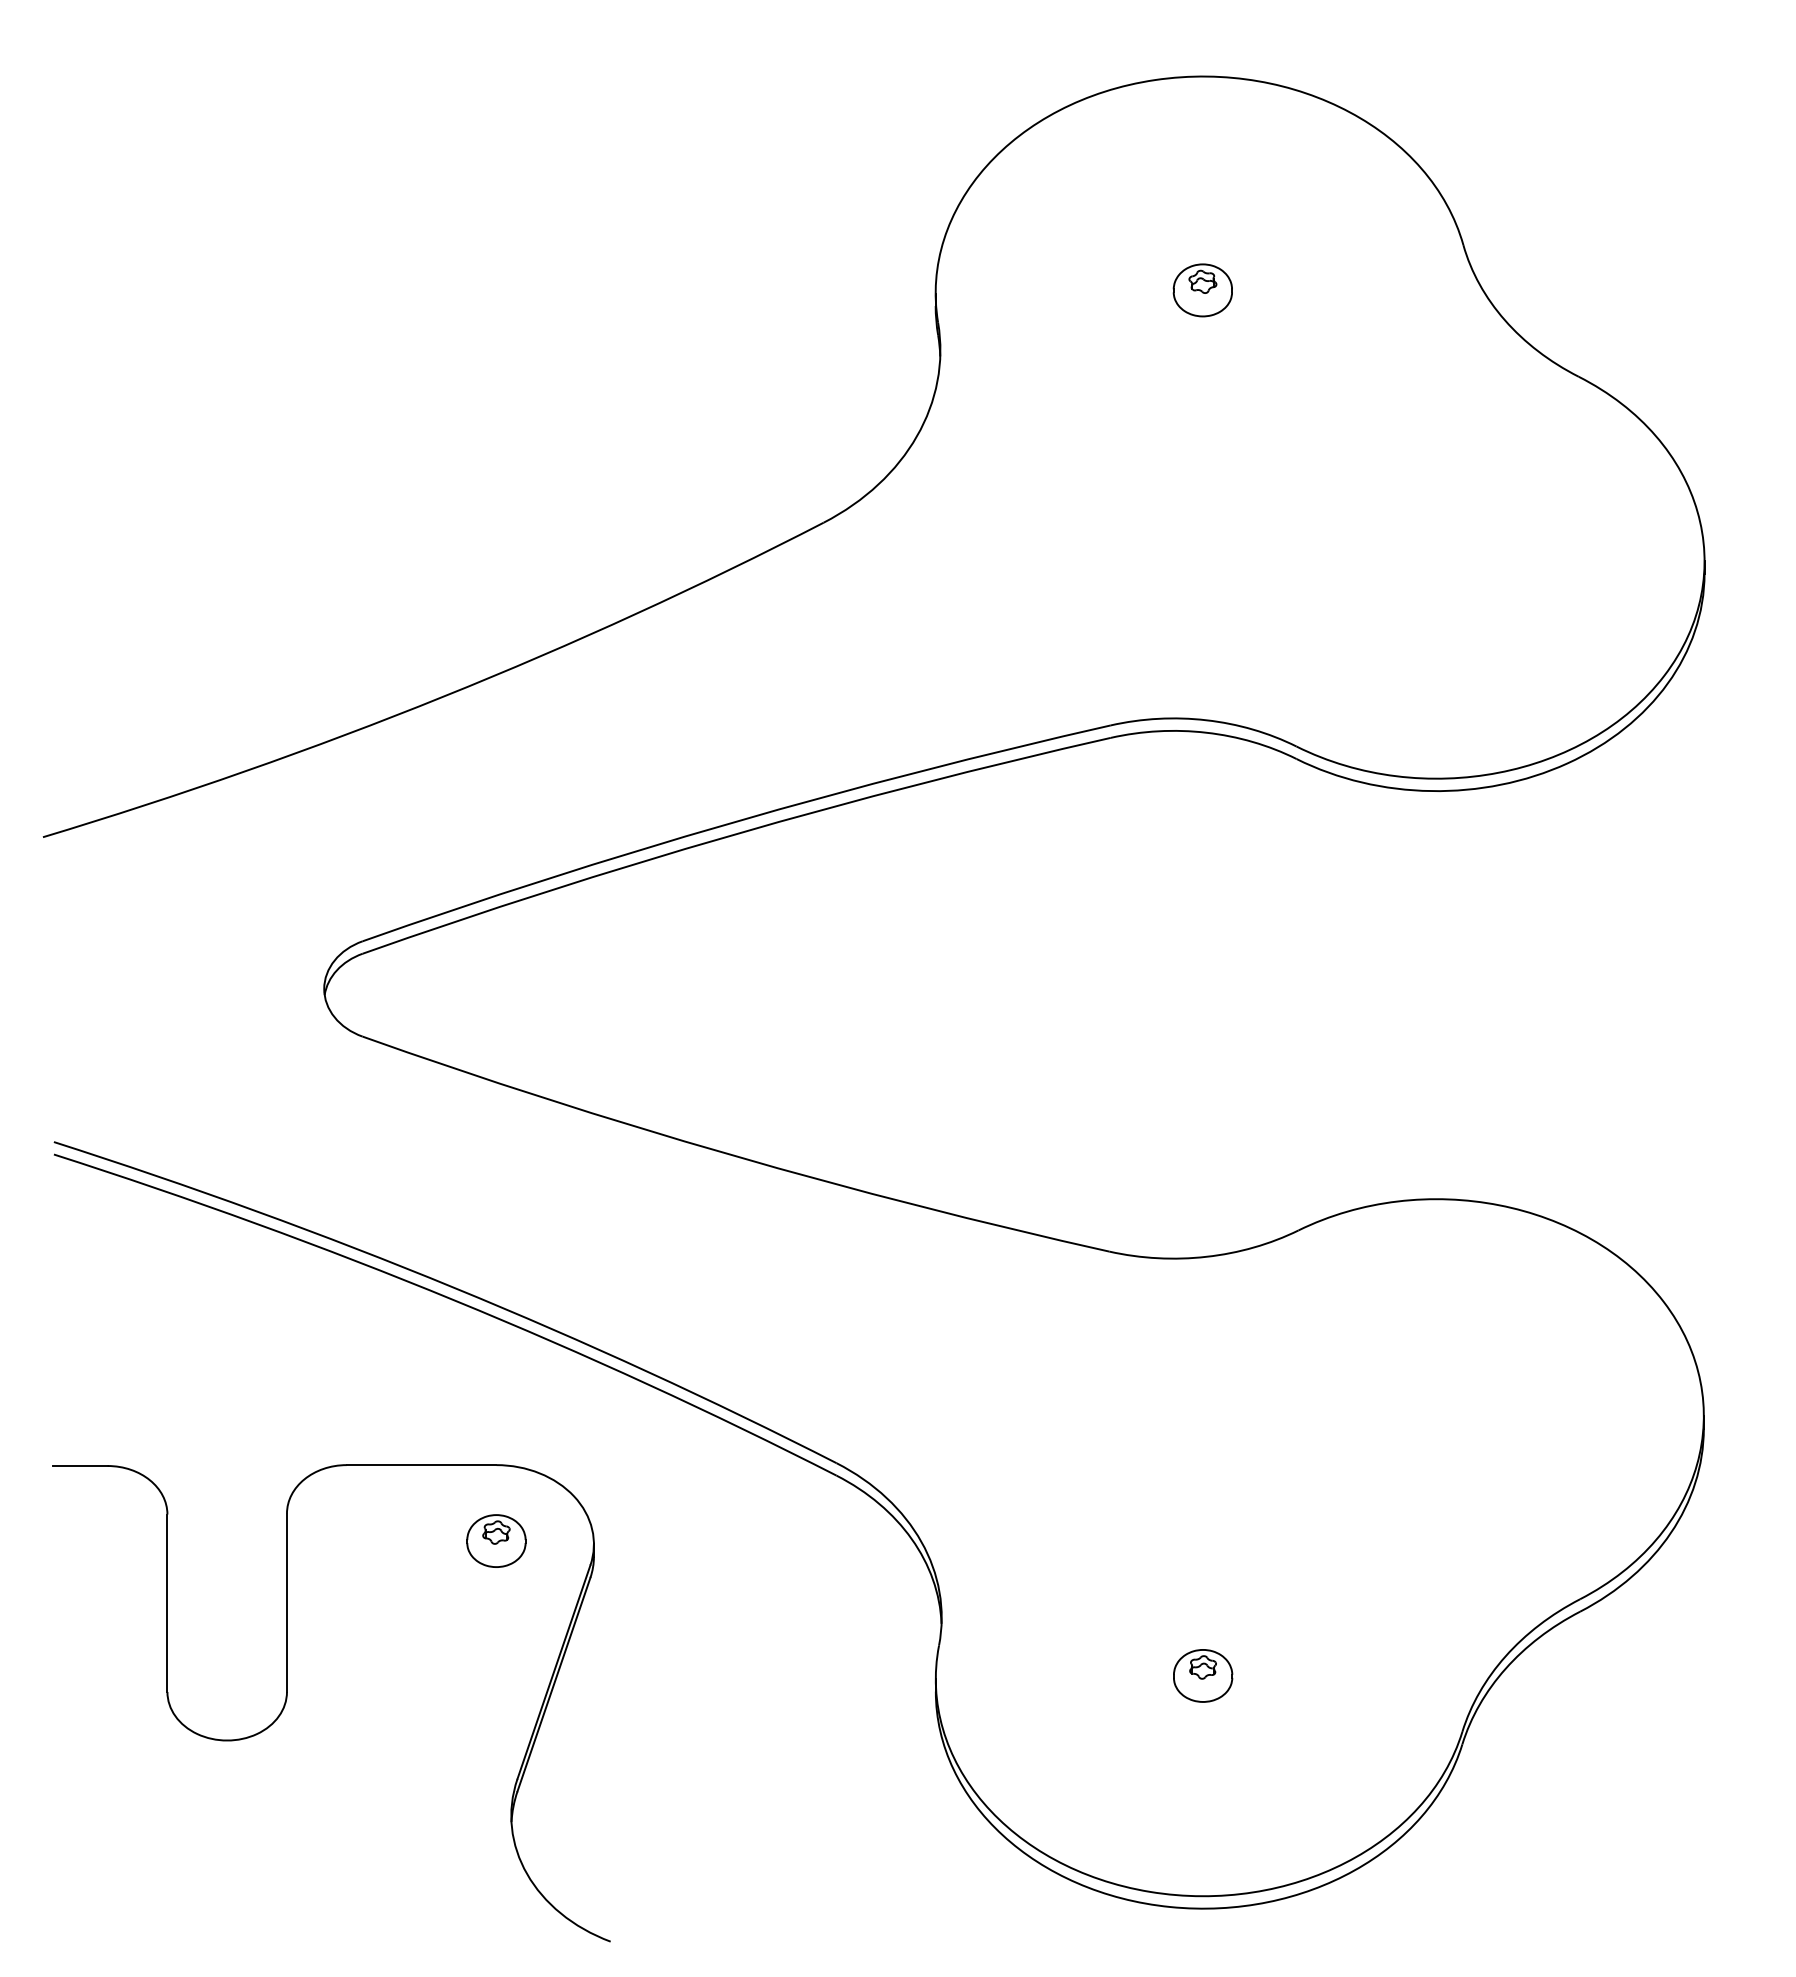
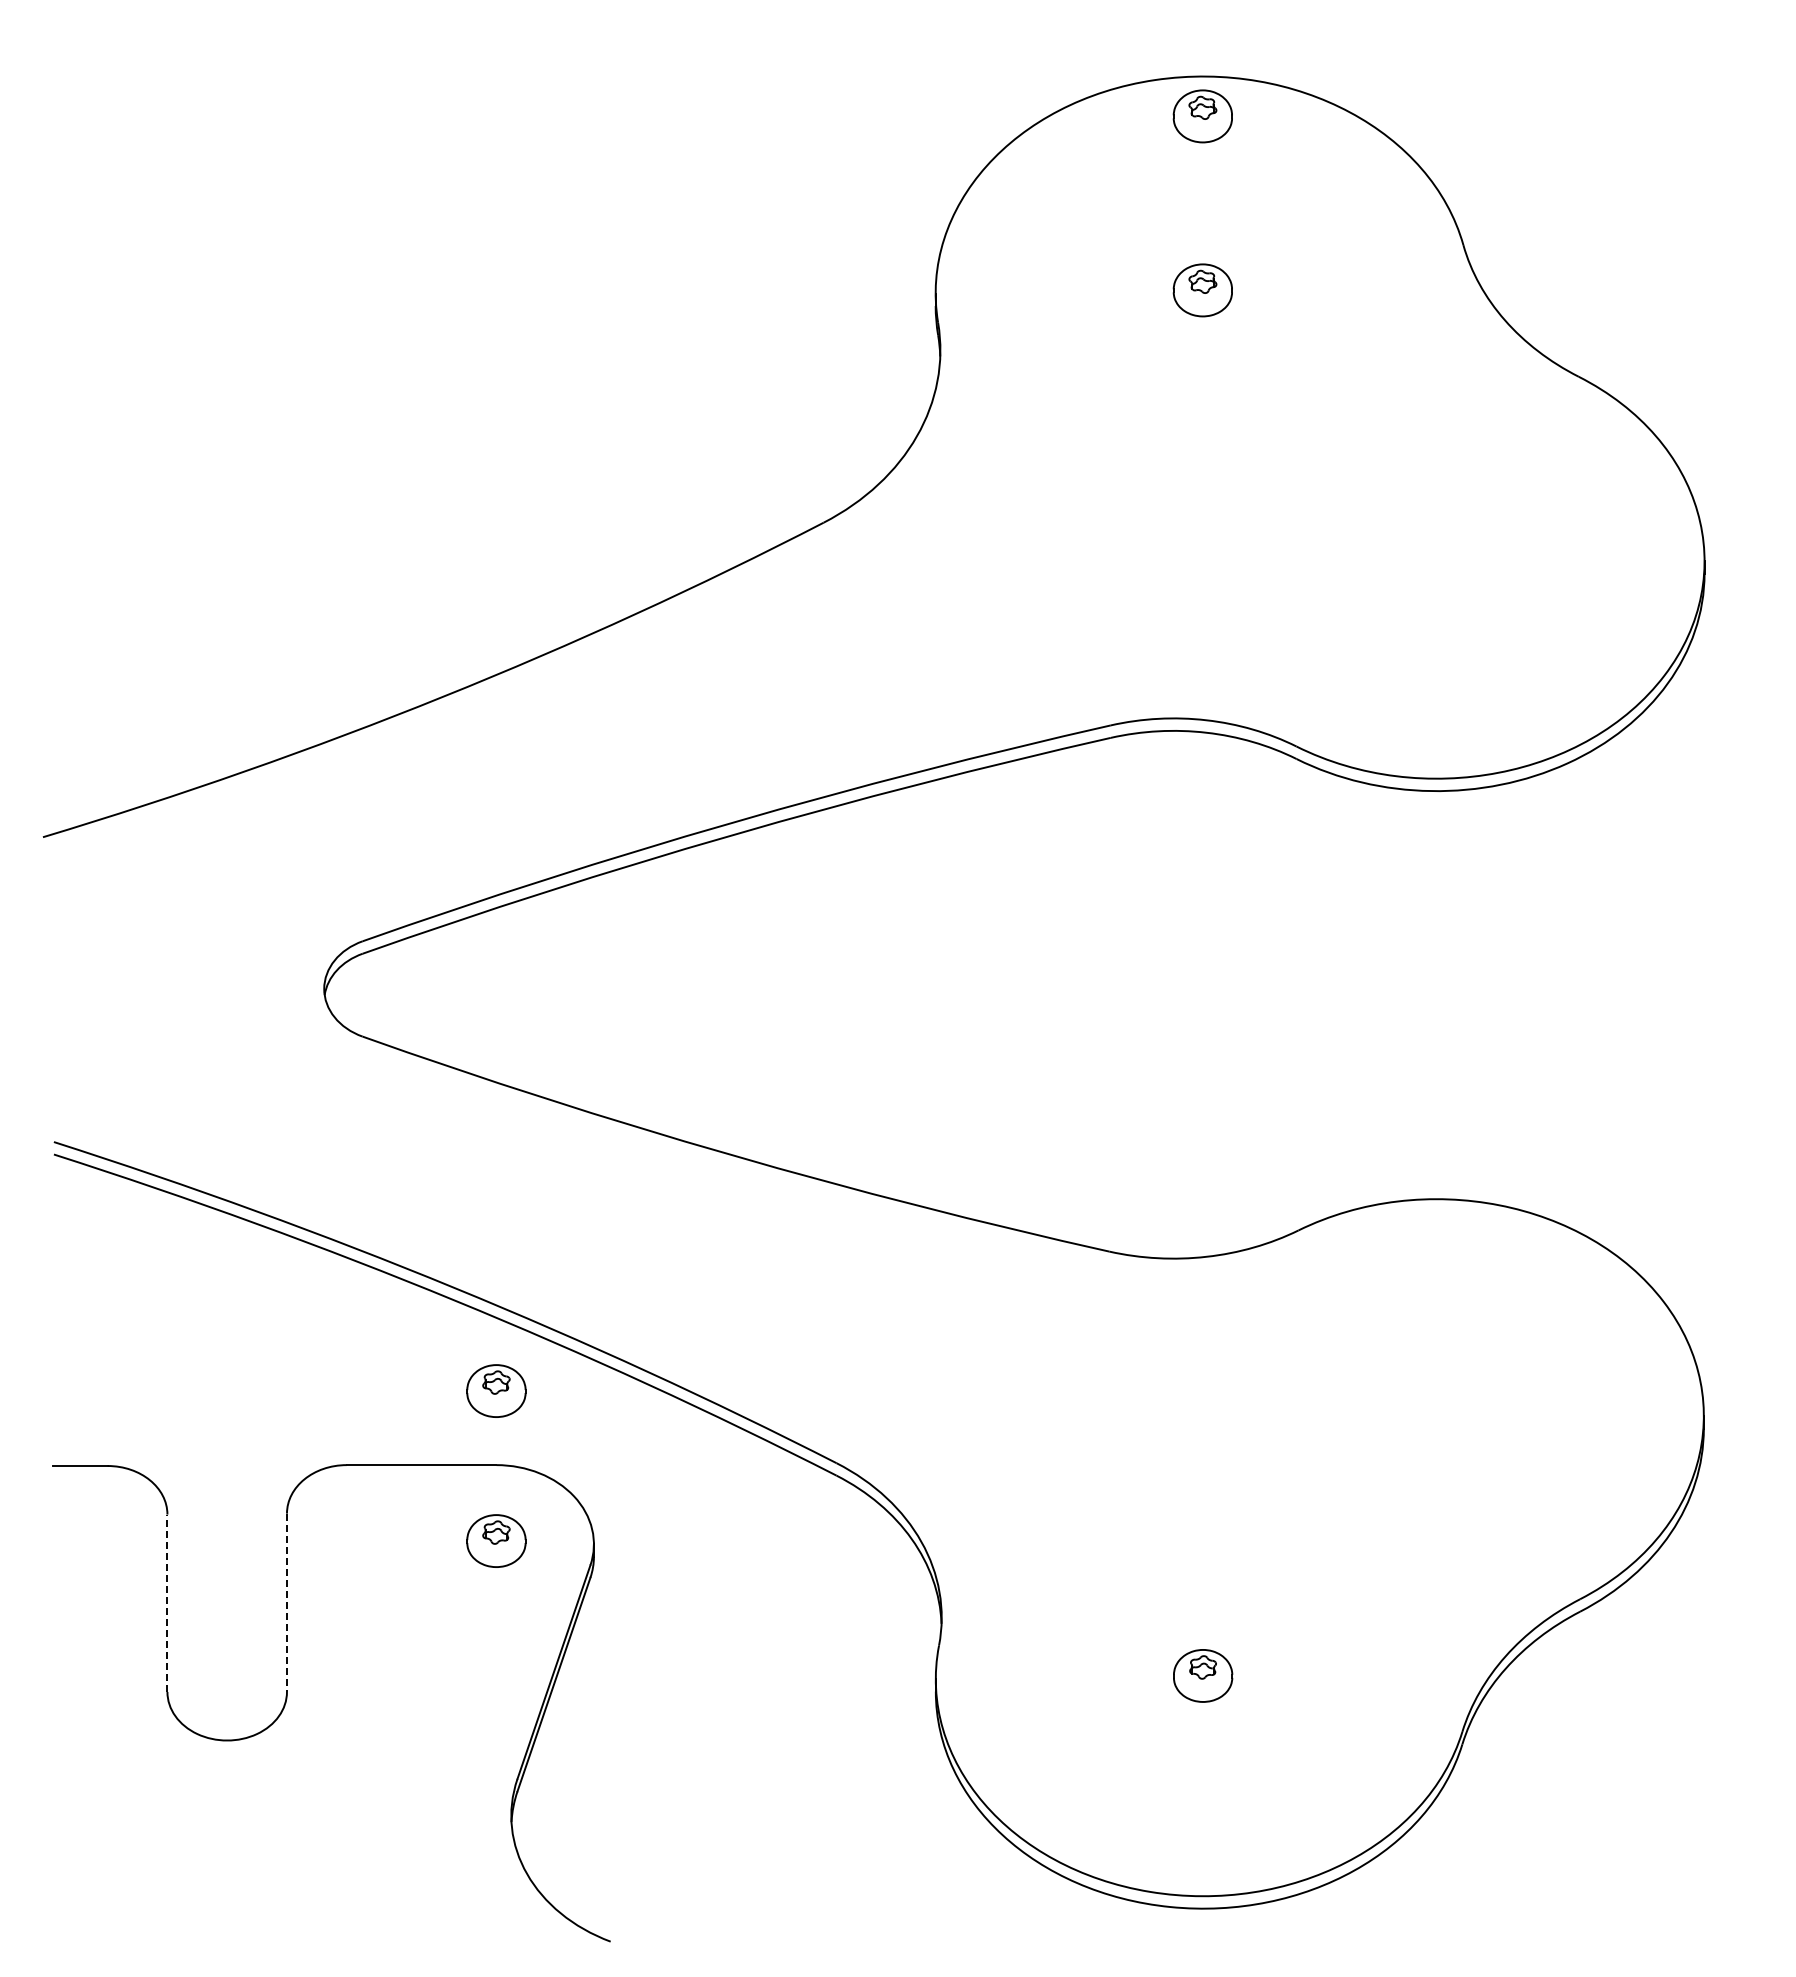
part at (1202, 116): none -> present
part at (496, 1390): none -> present
line at (167, 1603): solid -> dashed
line at (286, 1603): solid -> dashed
